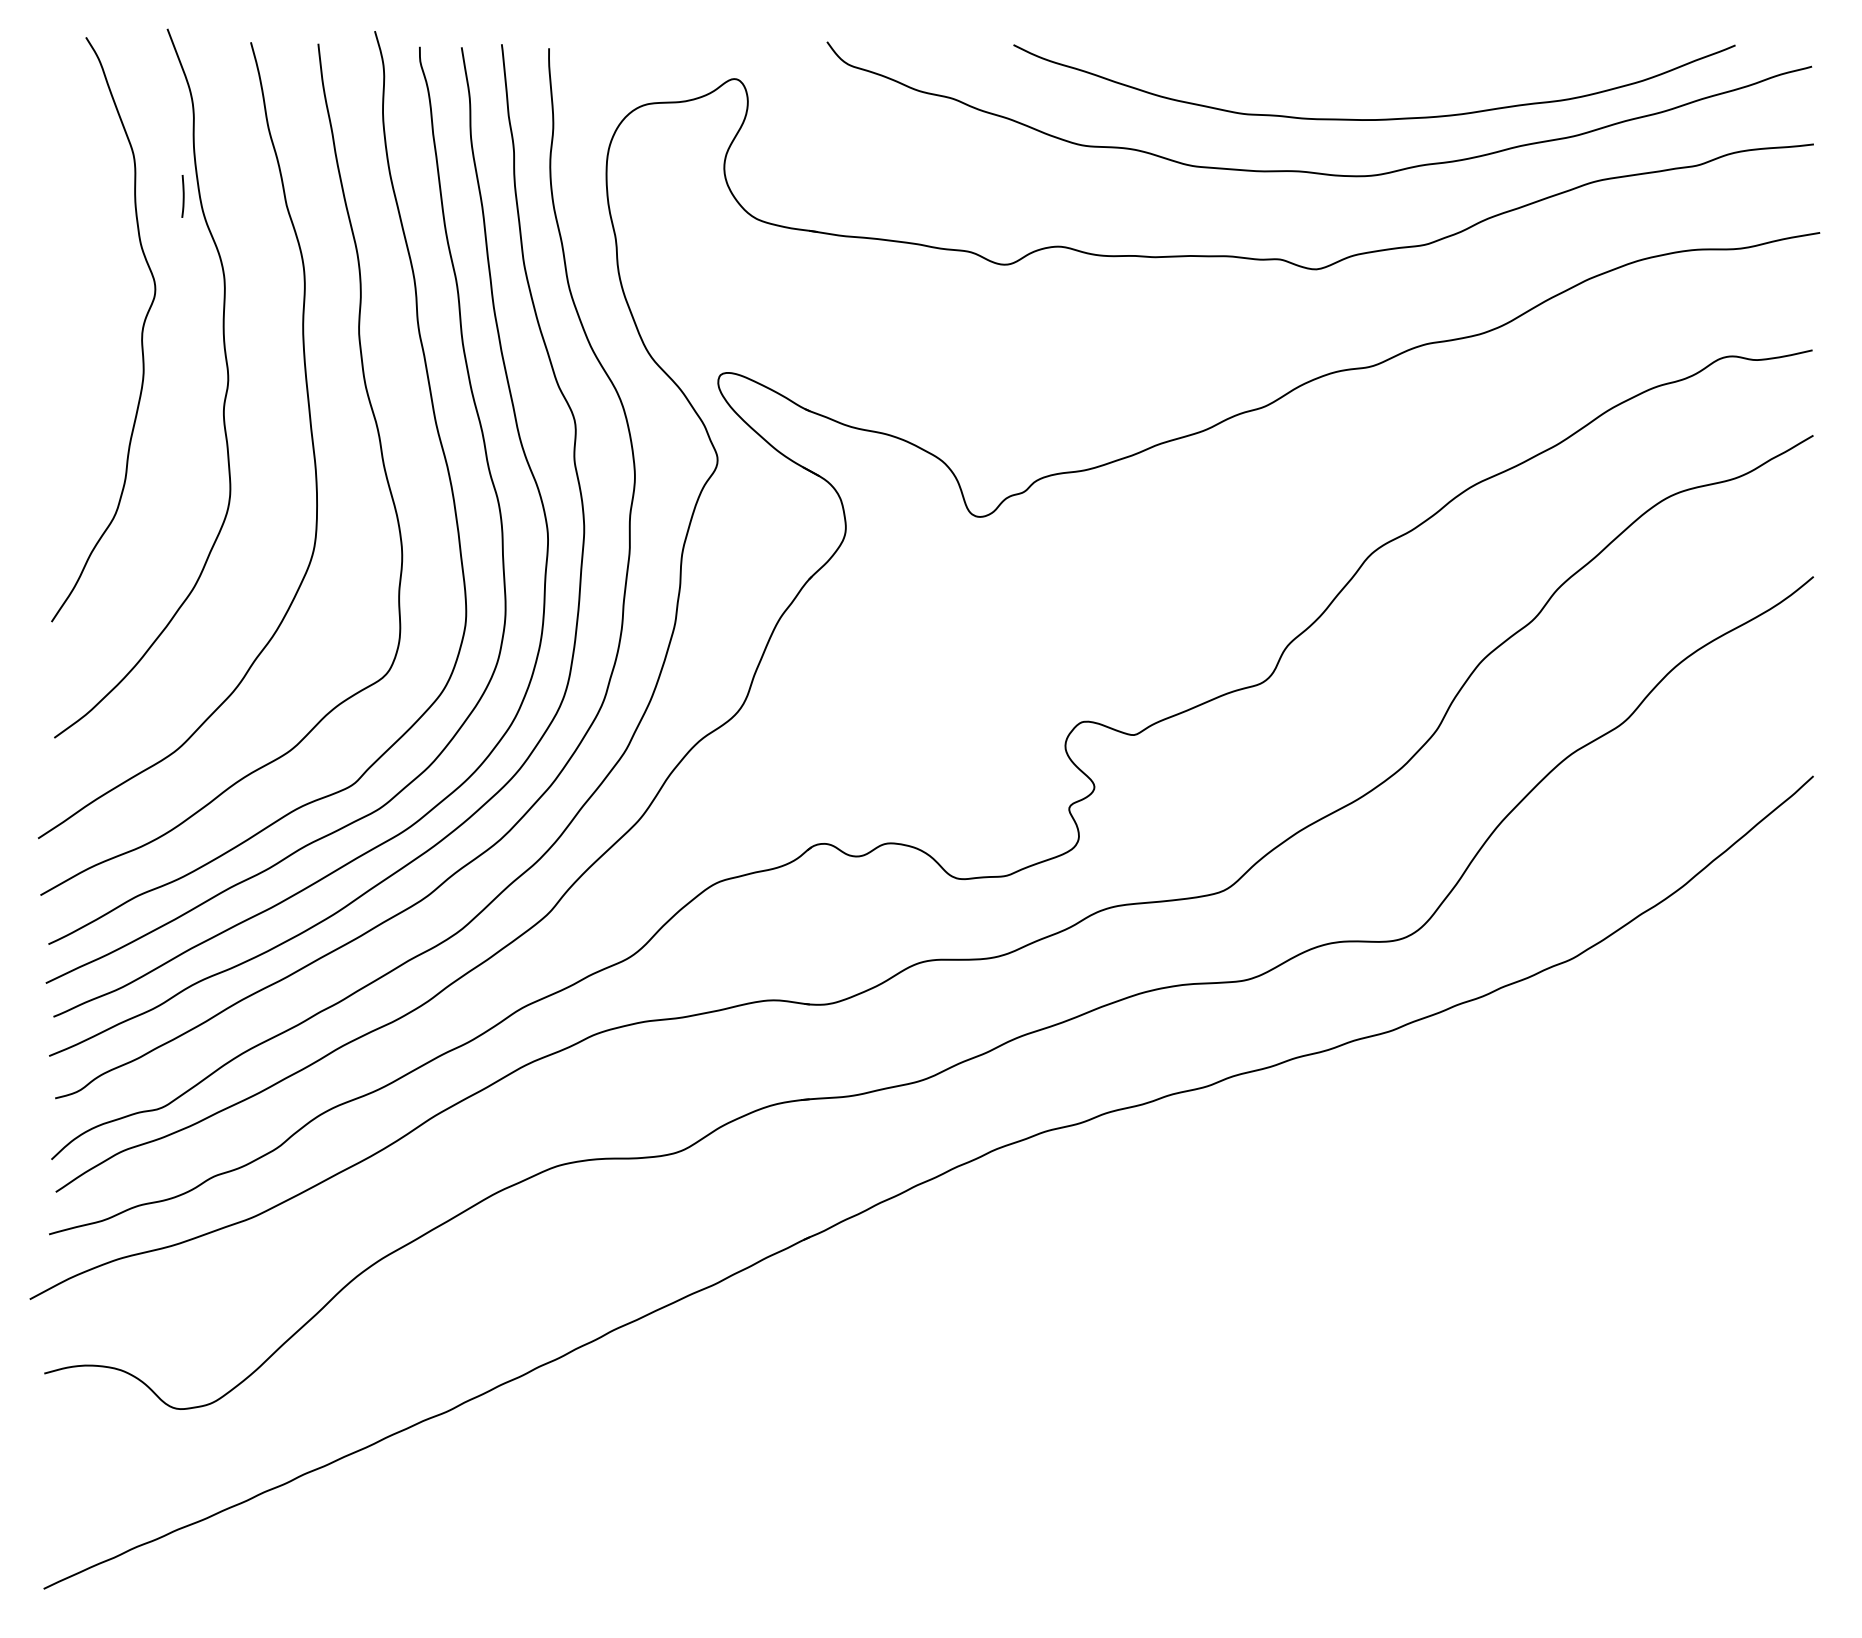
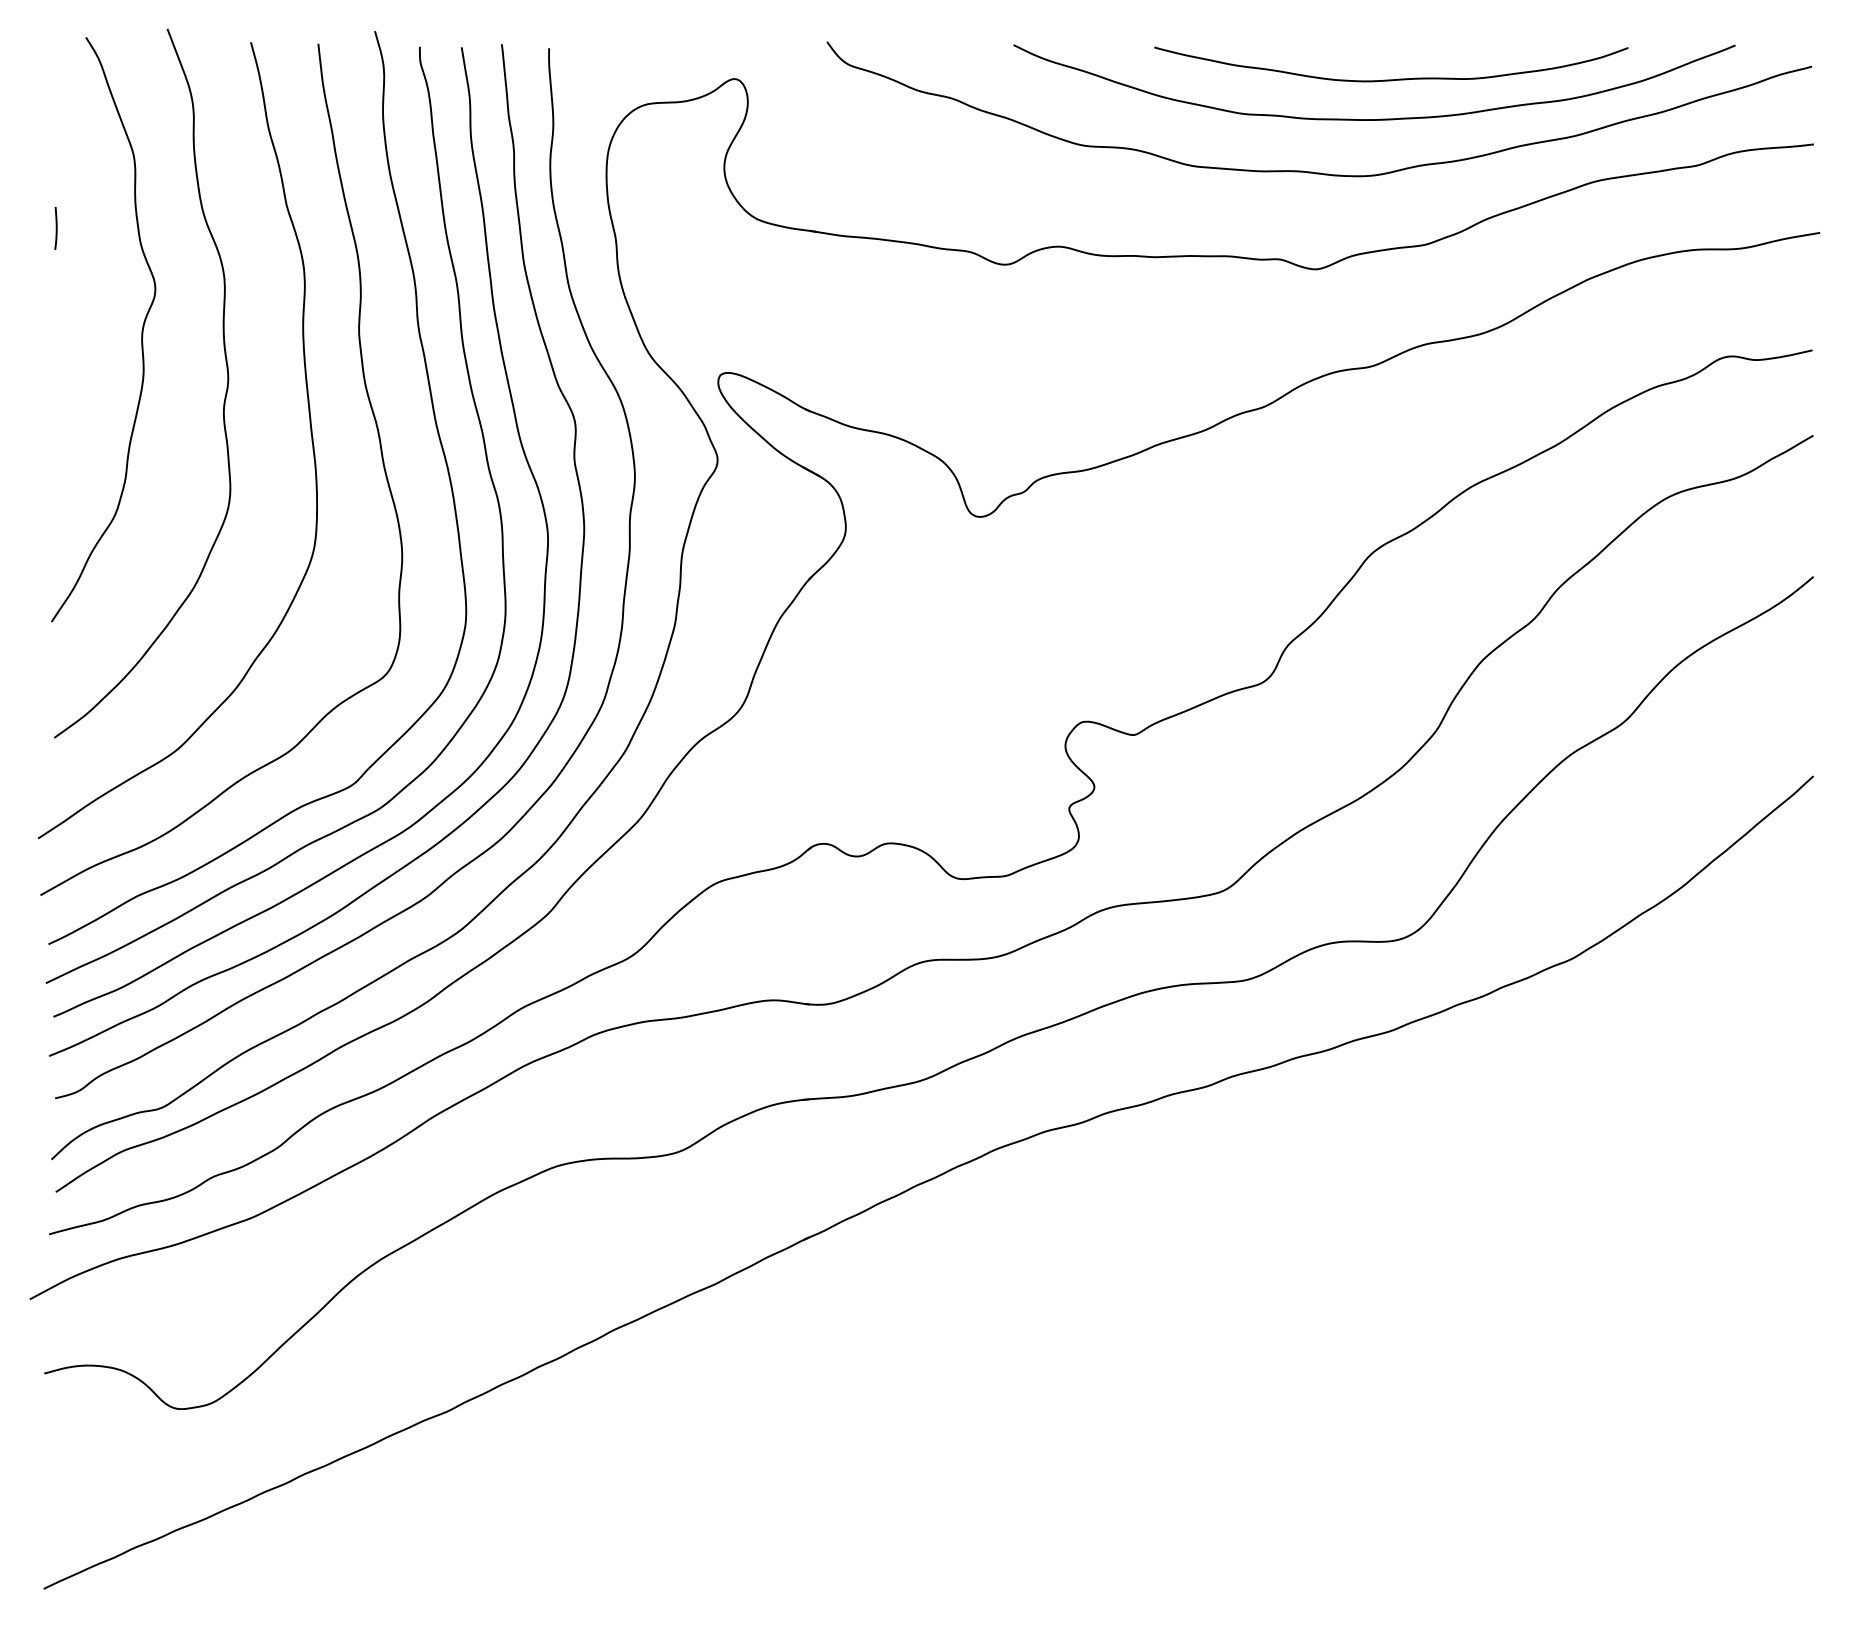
curve at (1391, 79): none -> present
line at (182, 196) position: (182, 196) -> (55, 228)
